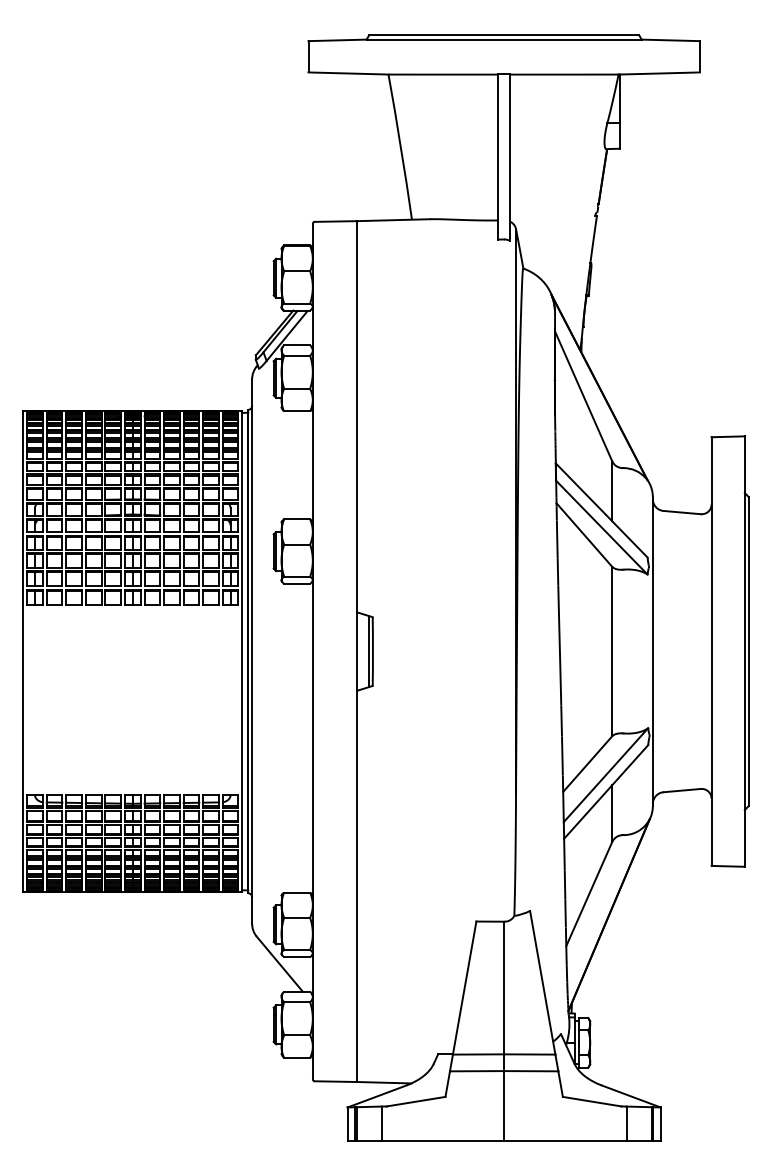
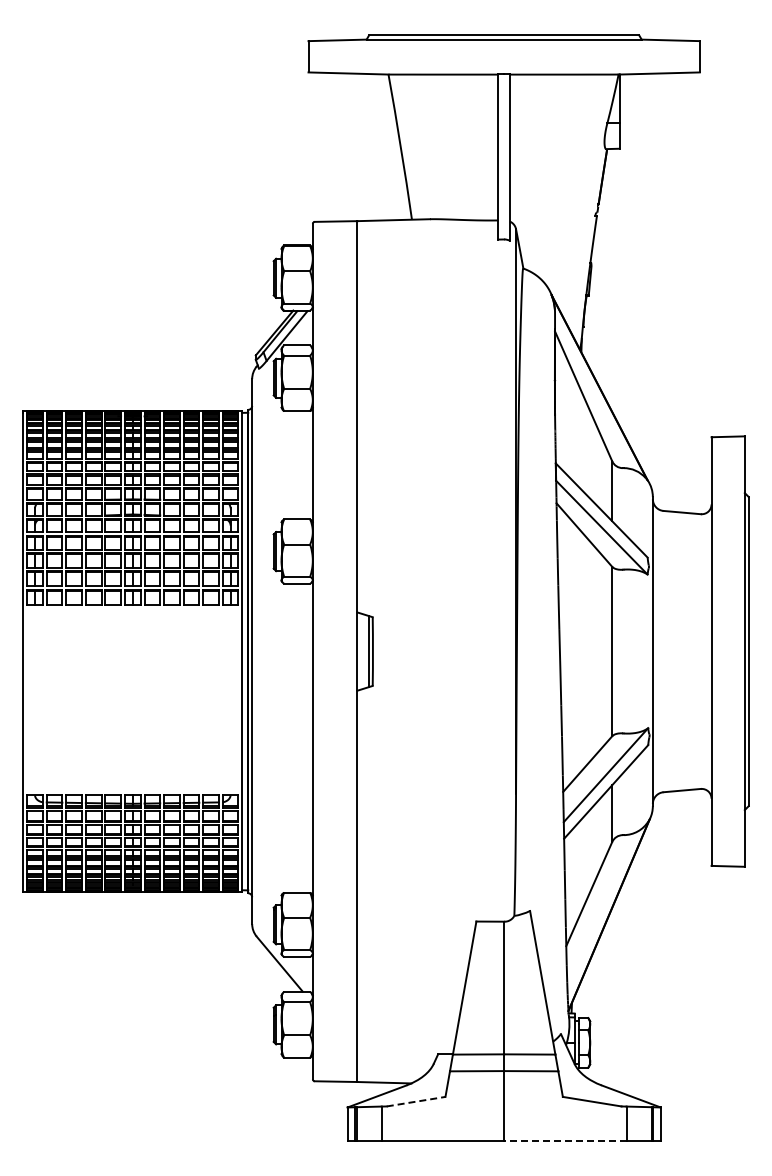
line at (416, 1101): solid -> dashed
line at (564, 1140): solid -> dashed
